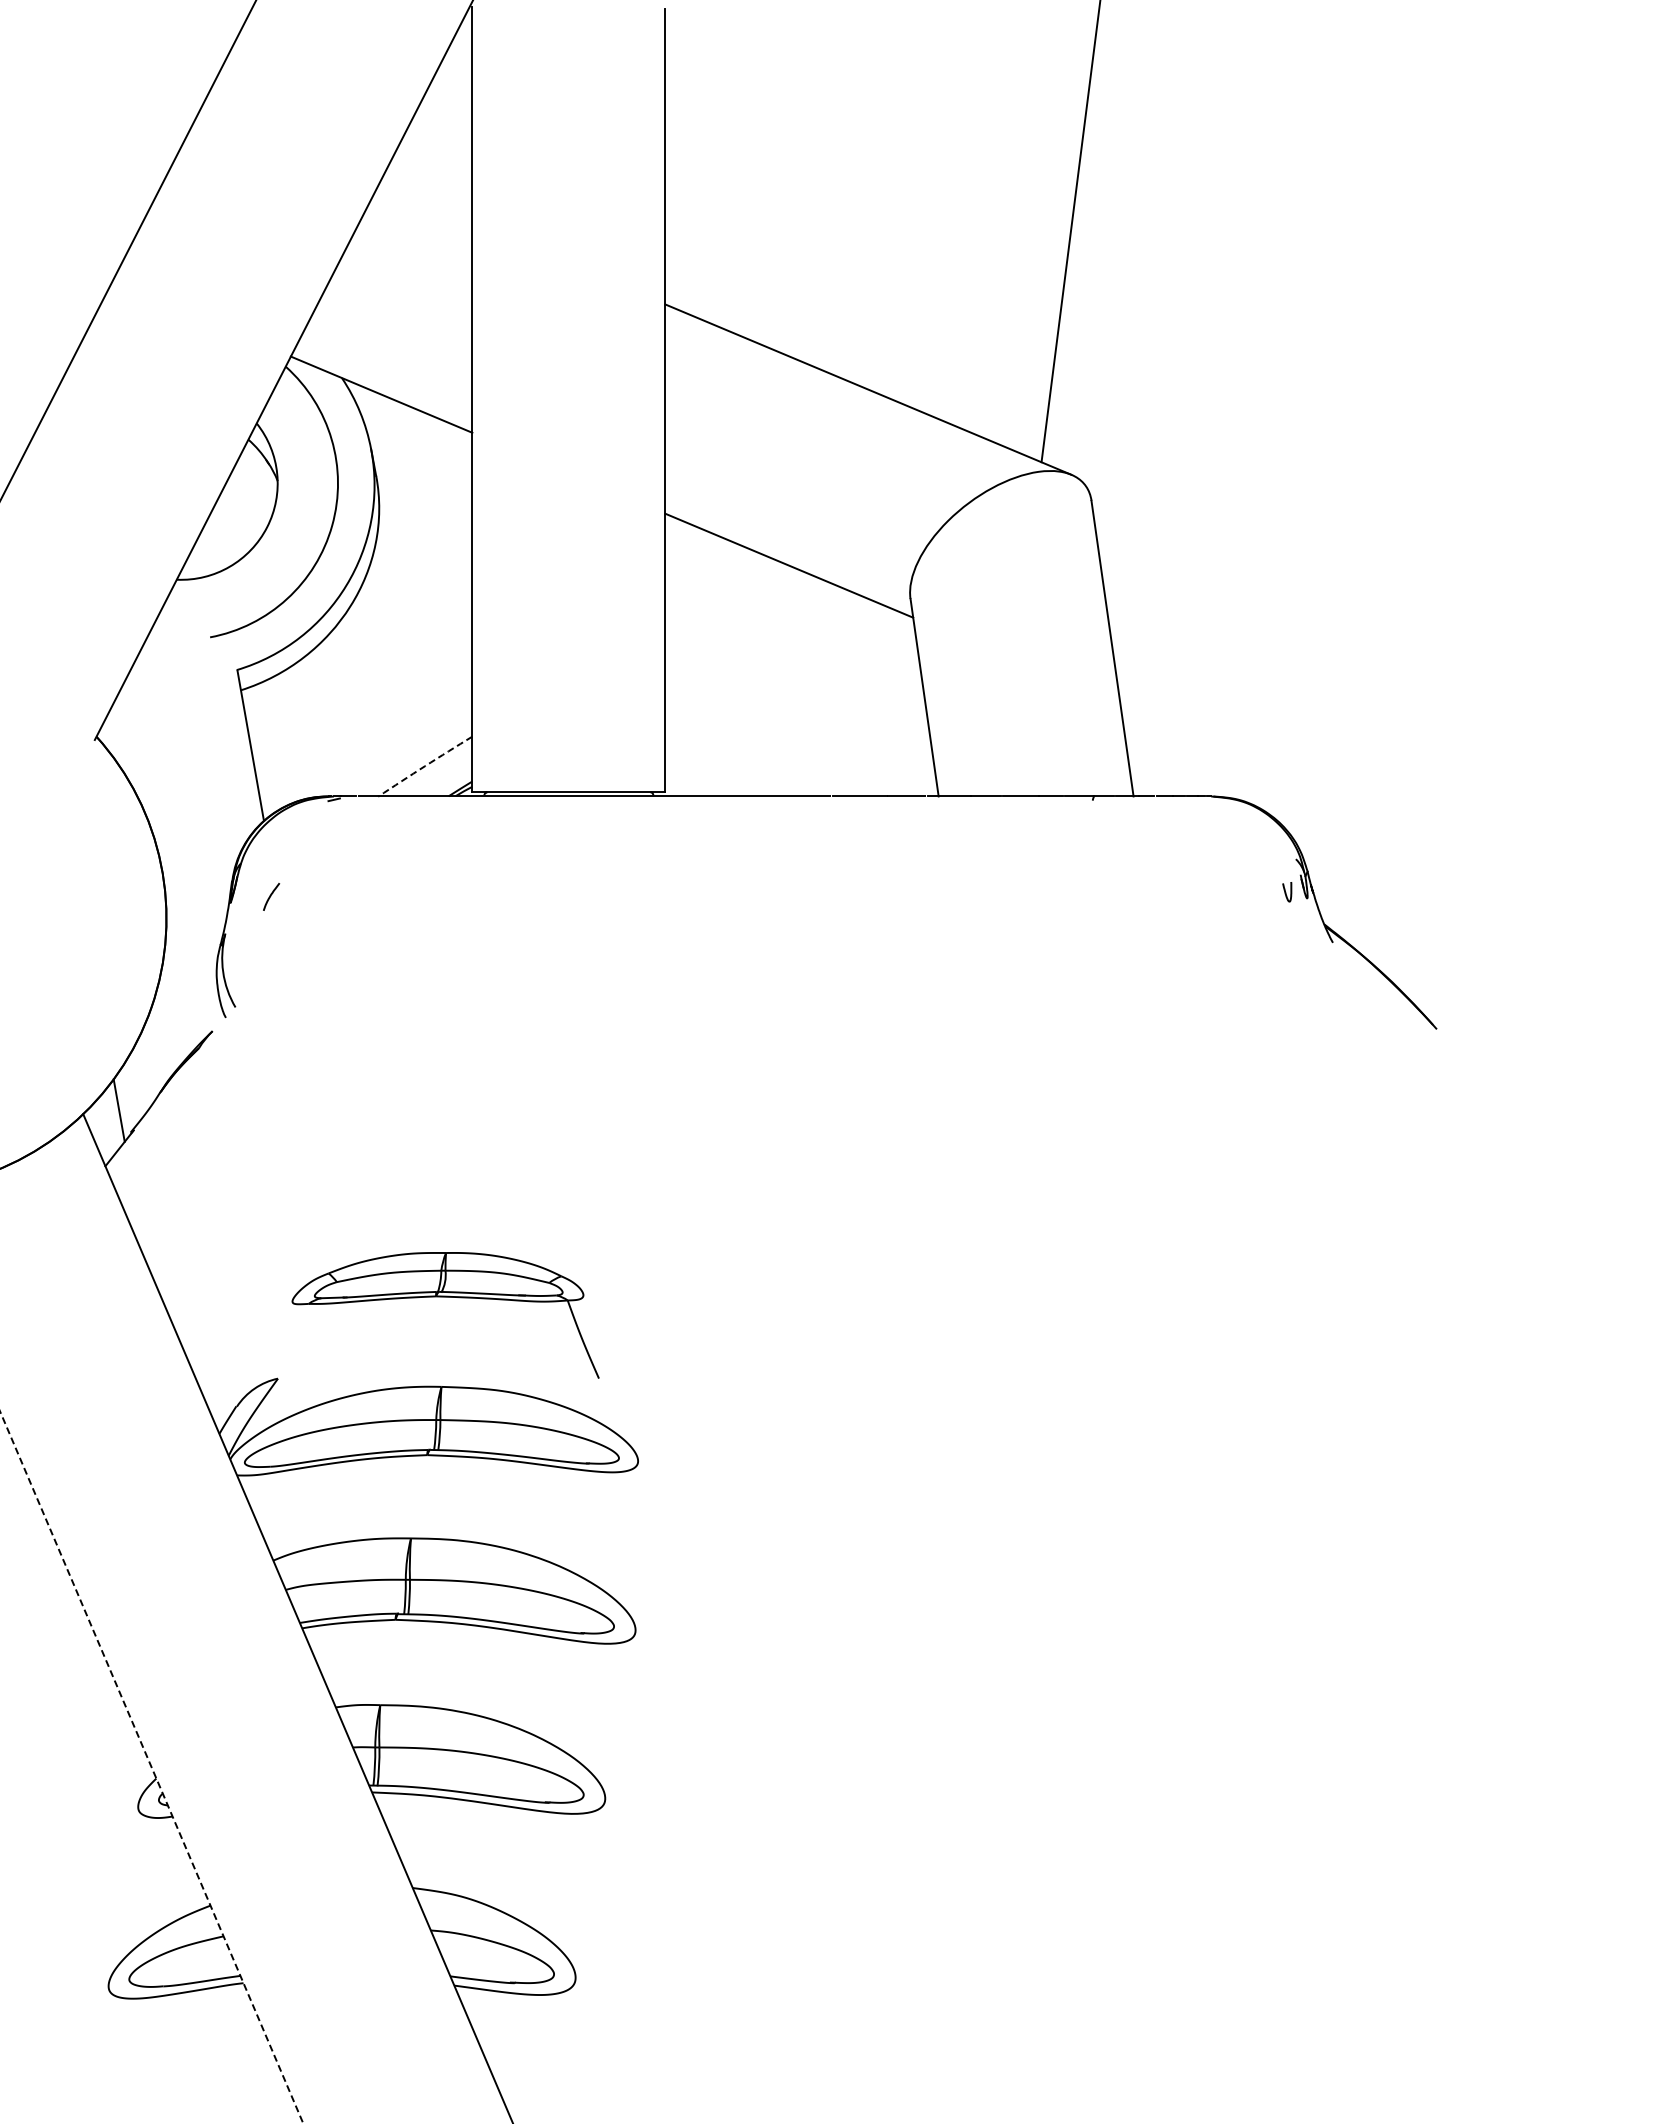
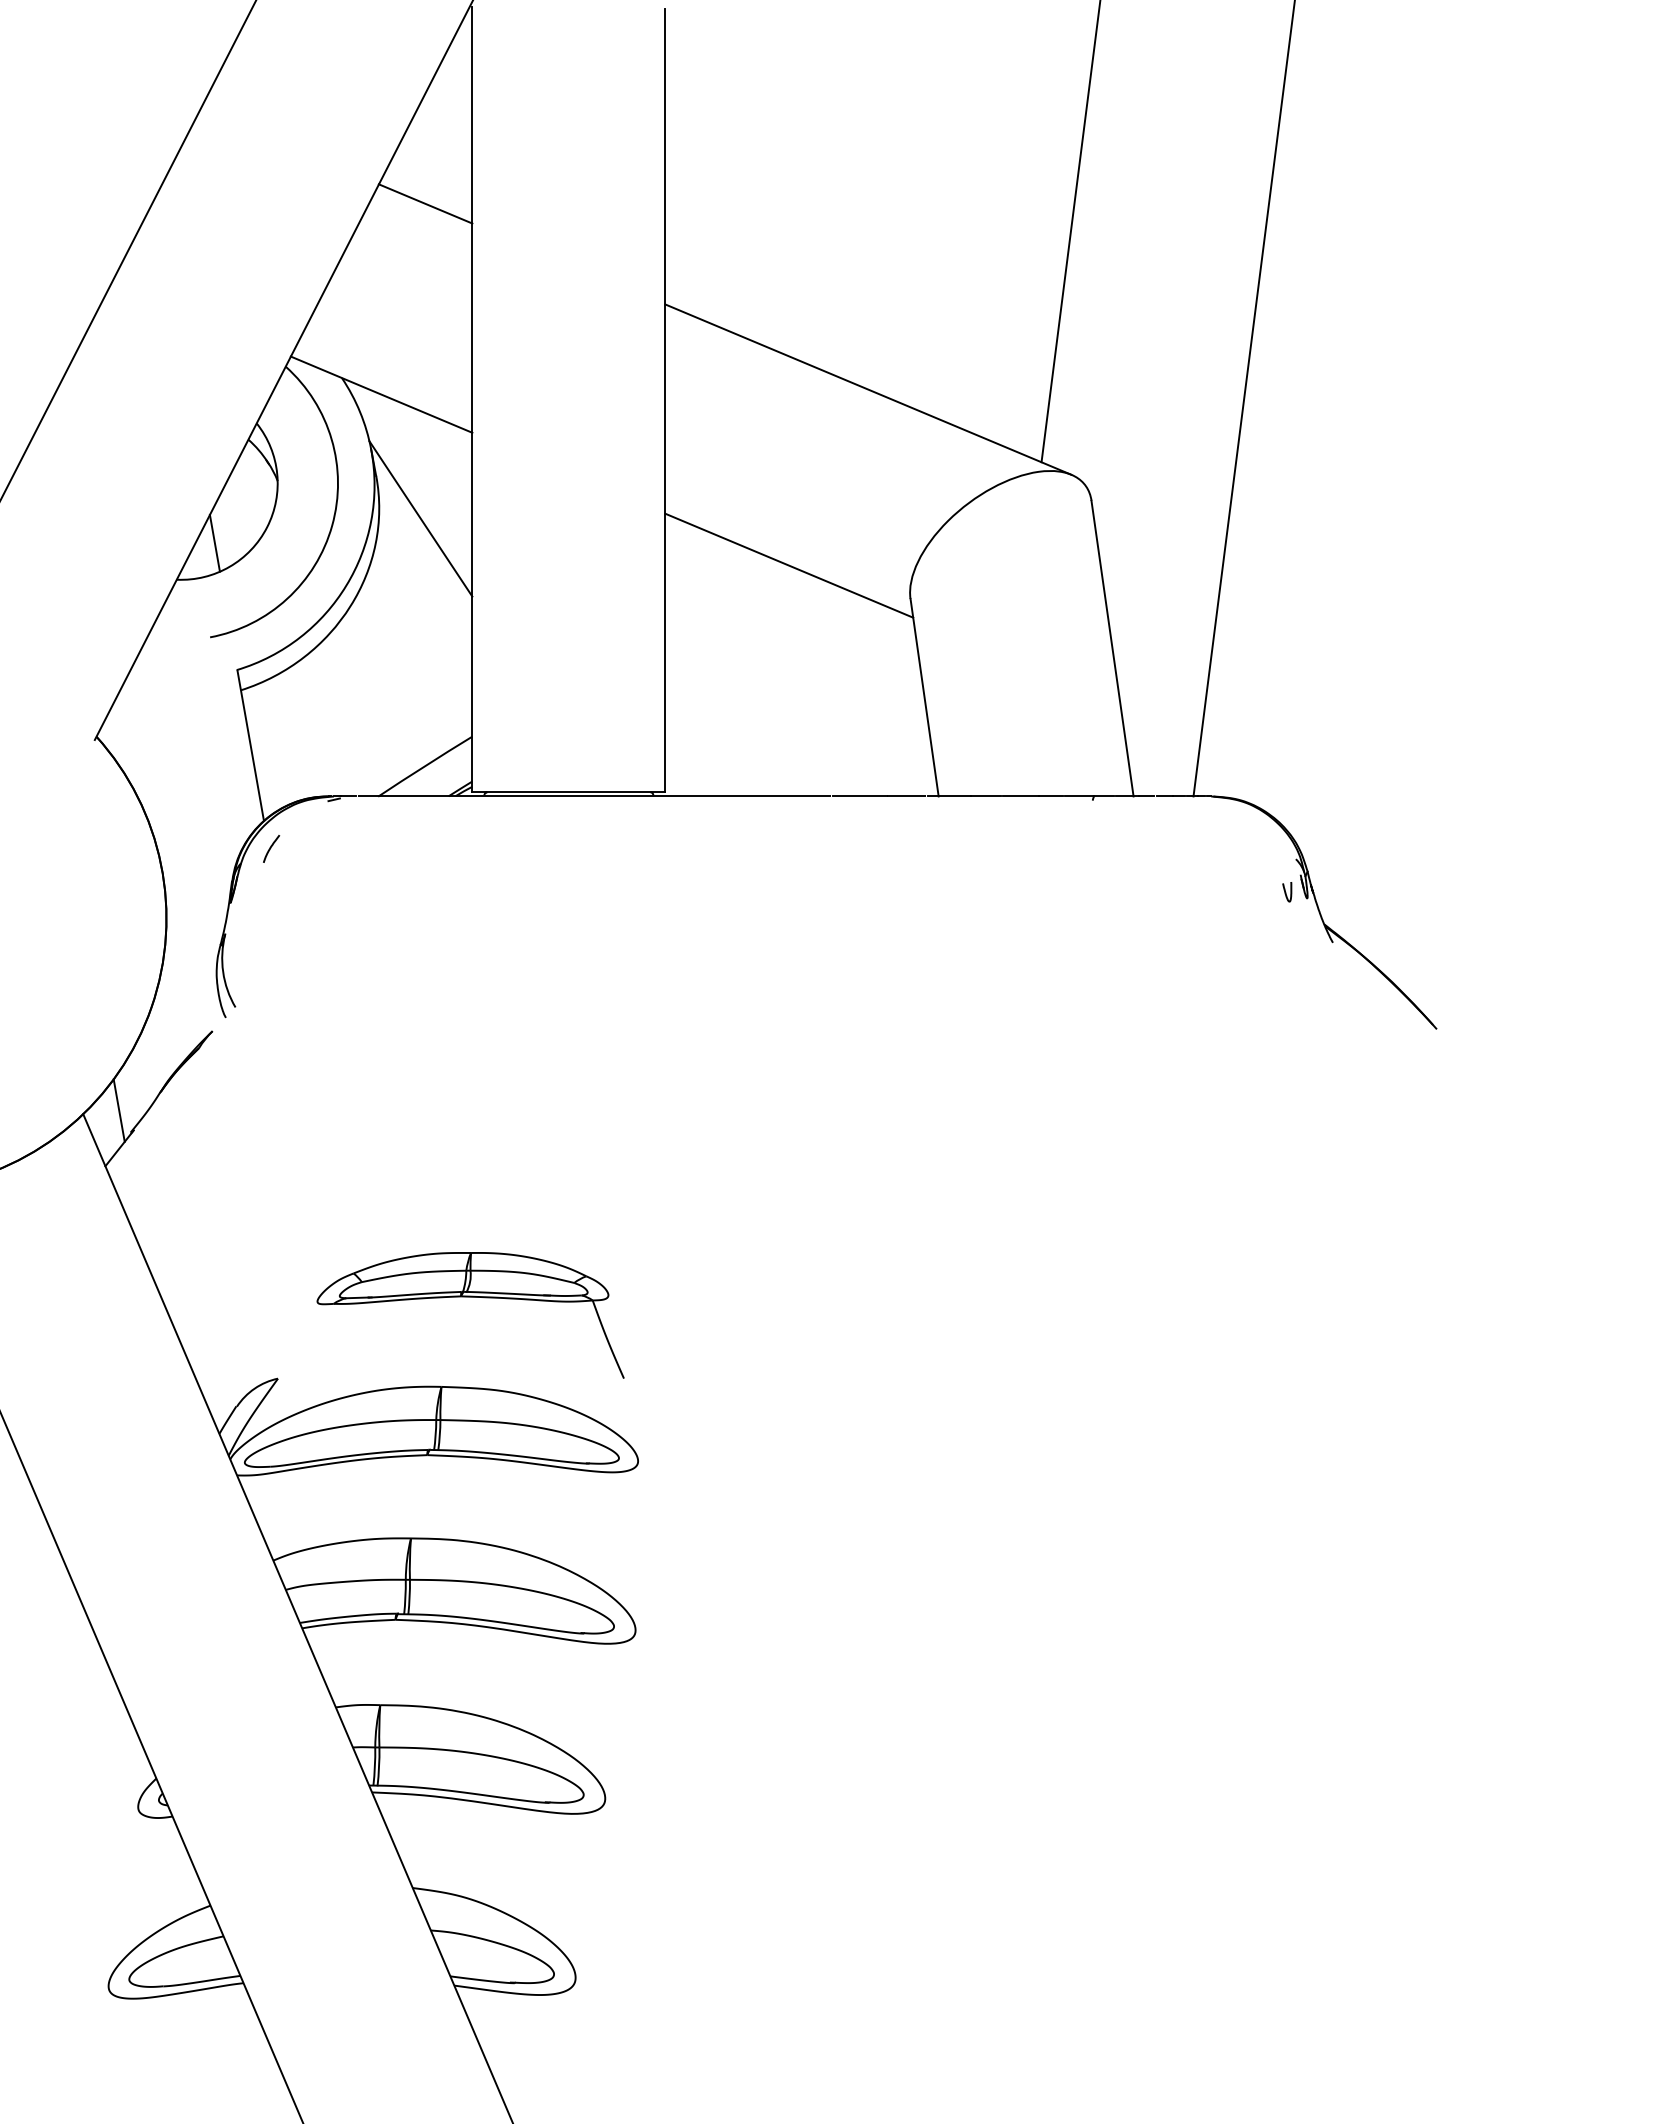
line at (425, 203): none -> present
line at (1243, 399): none -> present
line at (420, 518): none -> present
line at (214, 542): none -> present
arc at (425, 766): dashed -> solid
curve at (271, 896) position: (271, 896) -> (271, 848)
part at (445, 1297) position: (445, 1297) -> (470, 1297)
line at (151, 1767): dashed -> solid
